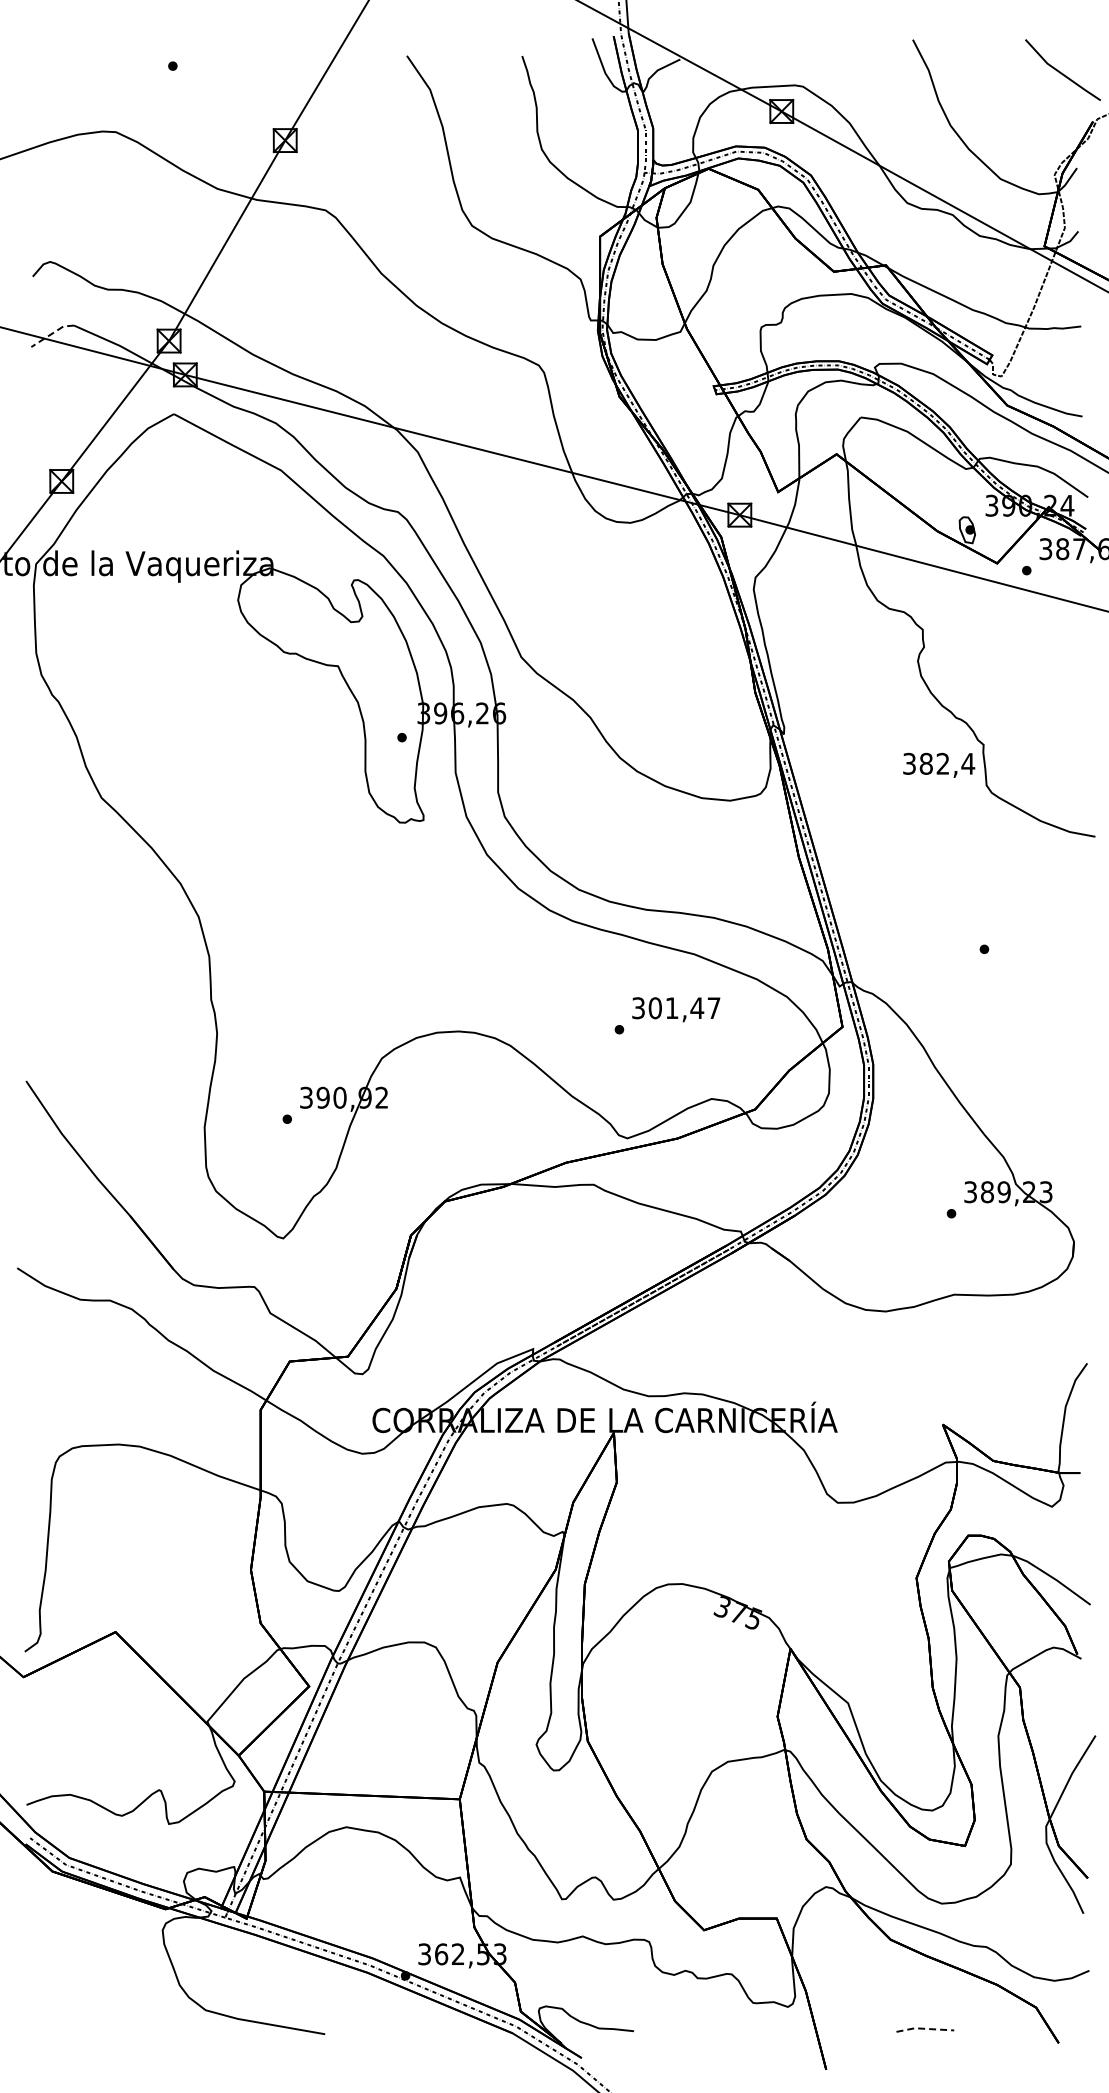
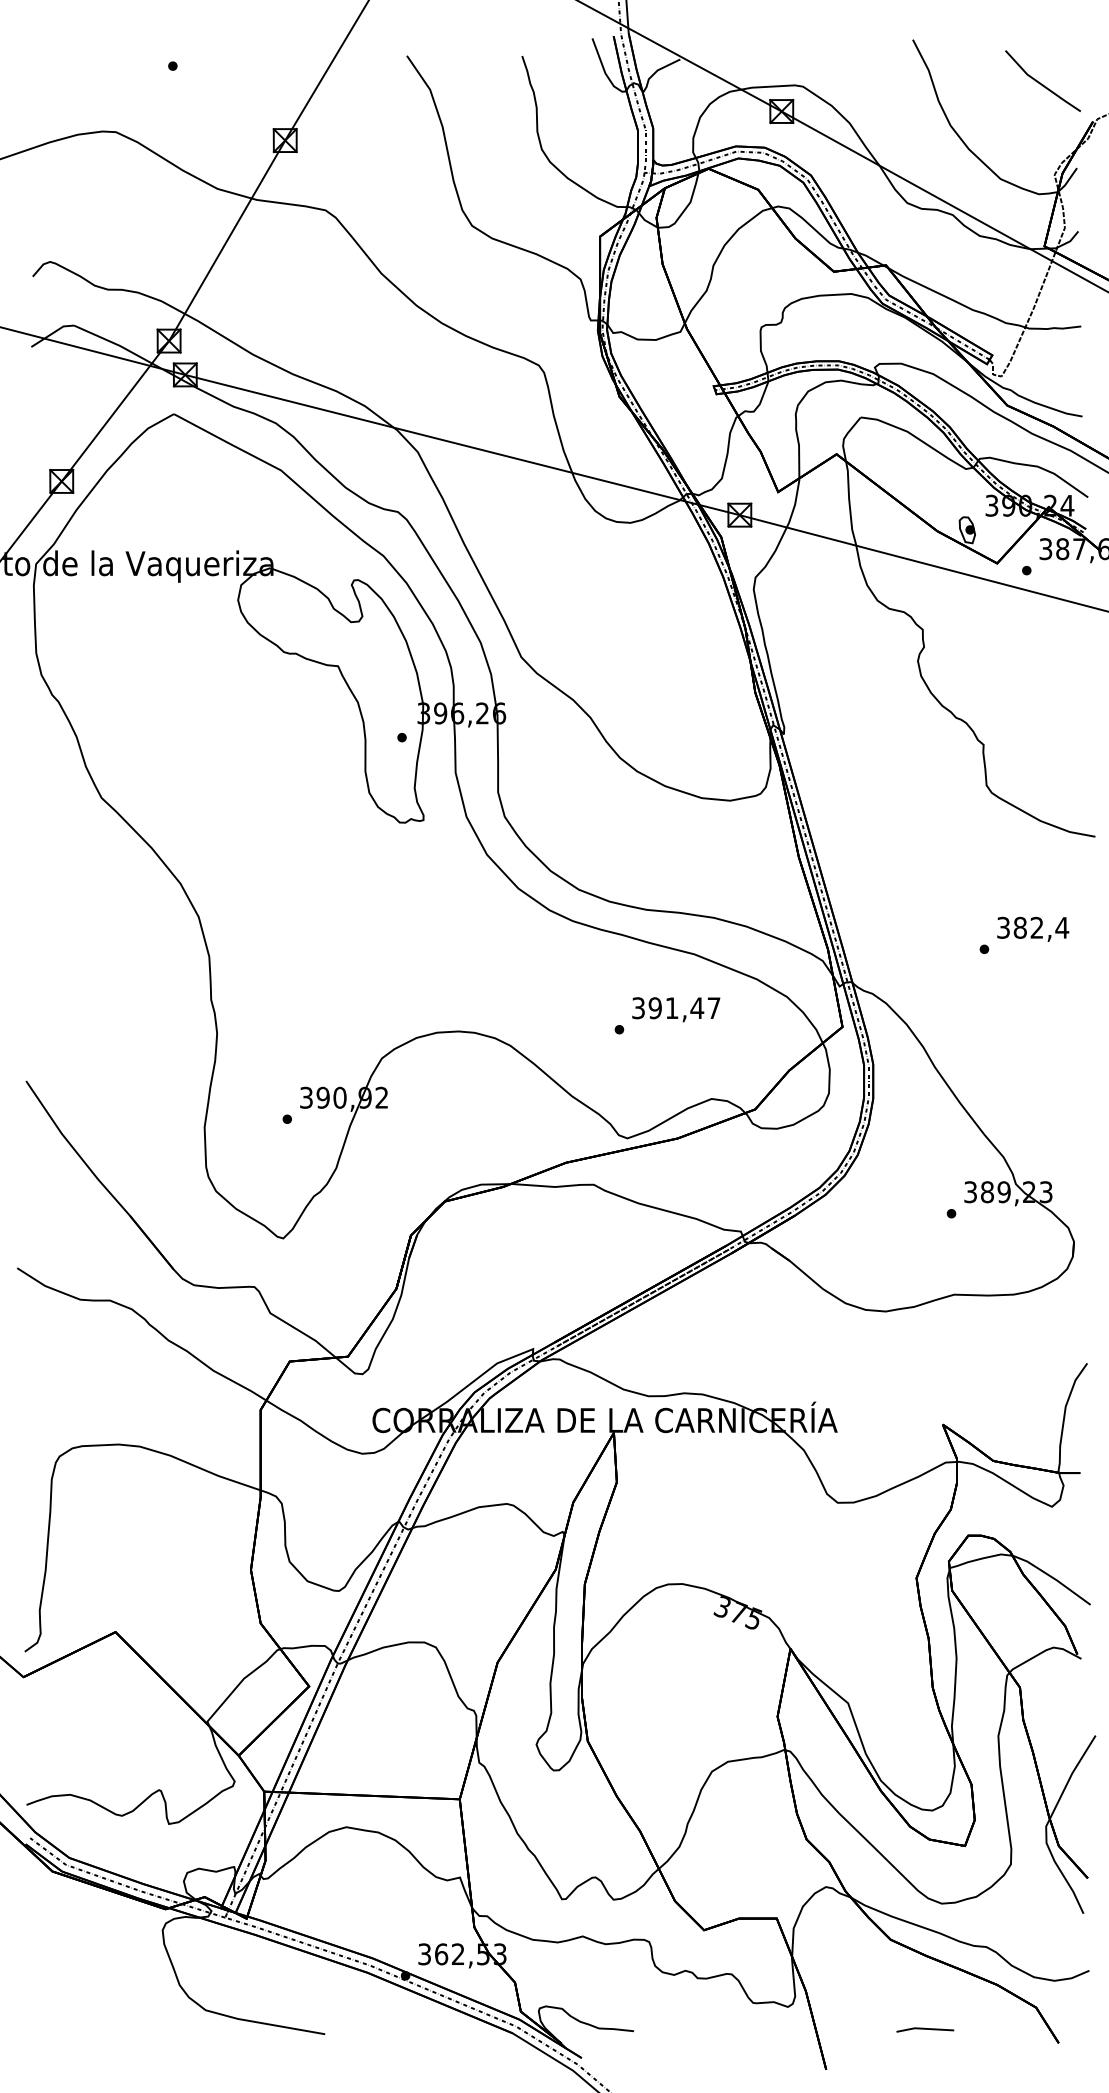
line at (1060, 71) position: (1060, 71) -> (1040, 82)
line at (51, 333): dashed -> solid
text at (939, 764) position: (939, 764) -> (1033, 928)
text at (654, 1008): 301,47 -> 391,47
line at (924, 2028): dashed -> solid
